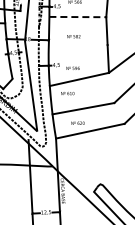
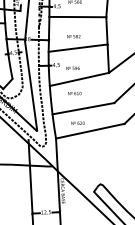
line at (78, 17): dashed -> solid
line at (77, 47): none -> present
text at (67, 93) position: (67, 93) -> (74, 93)
